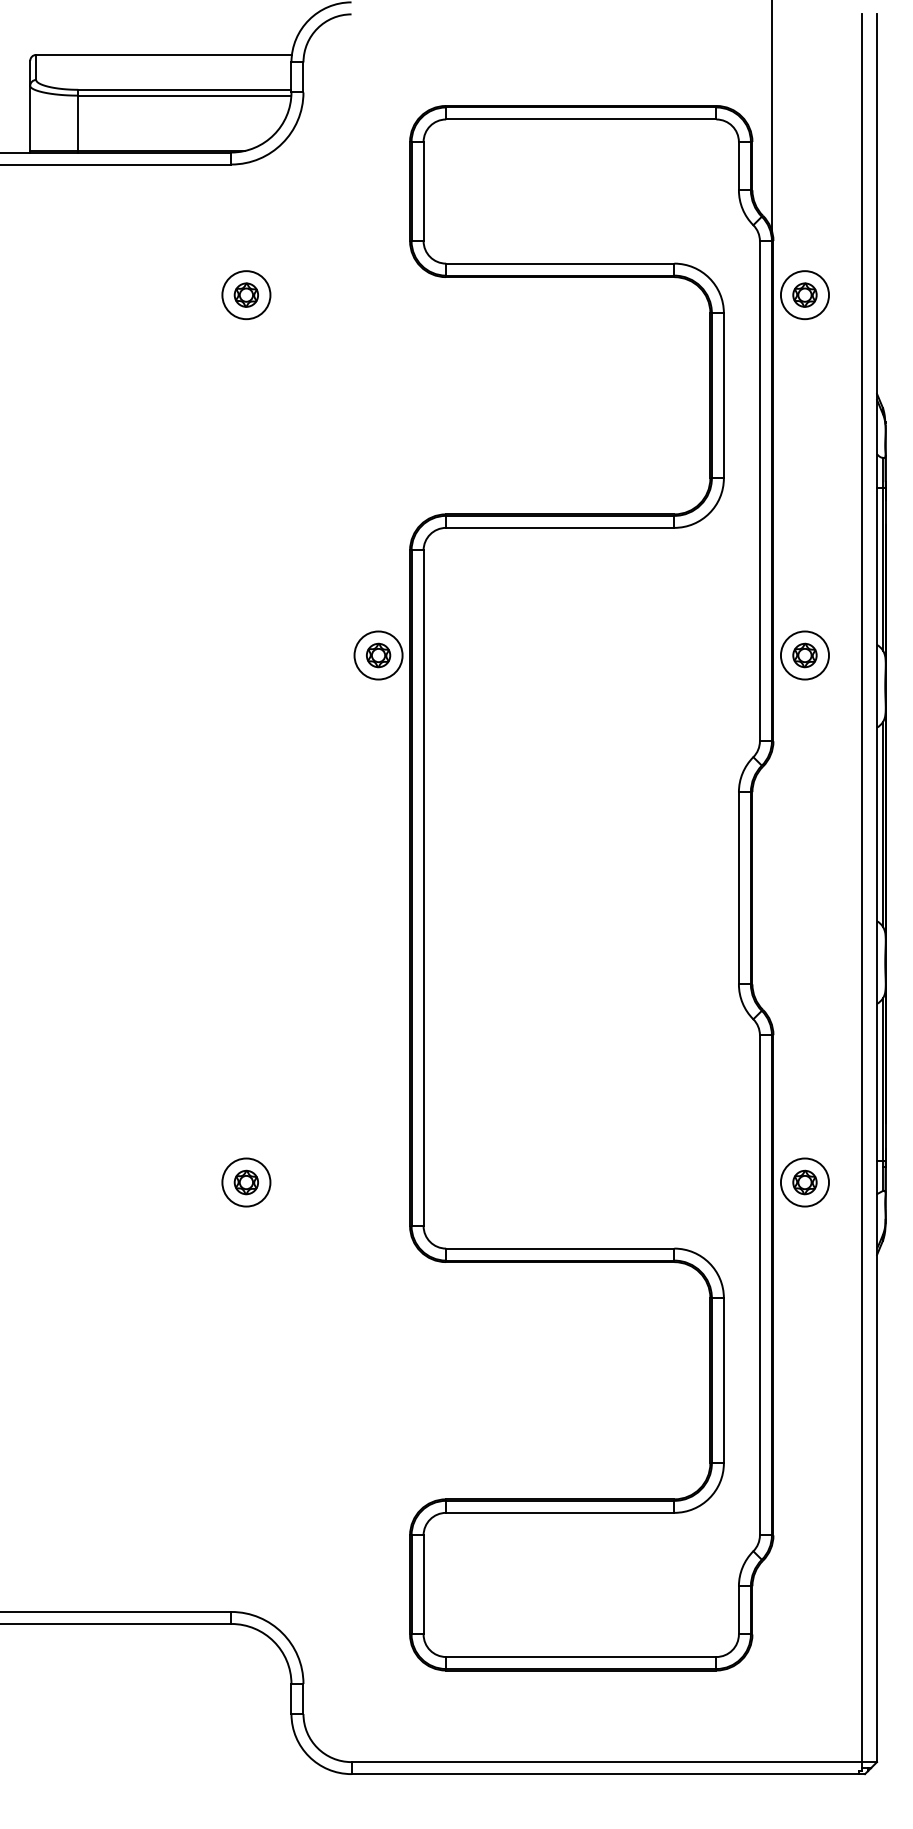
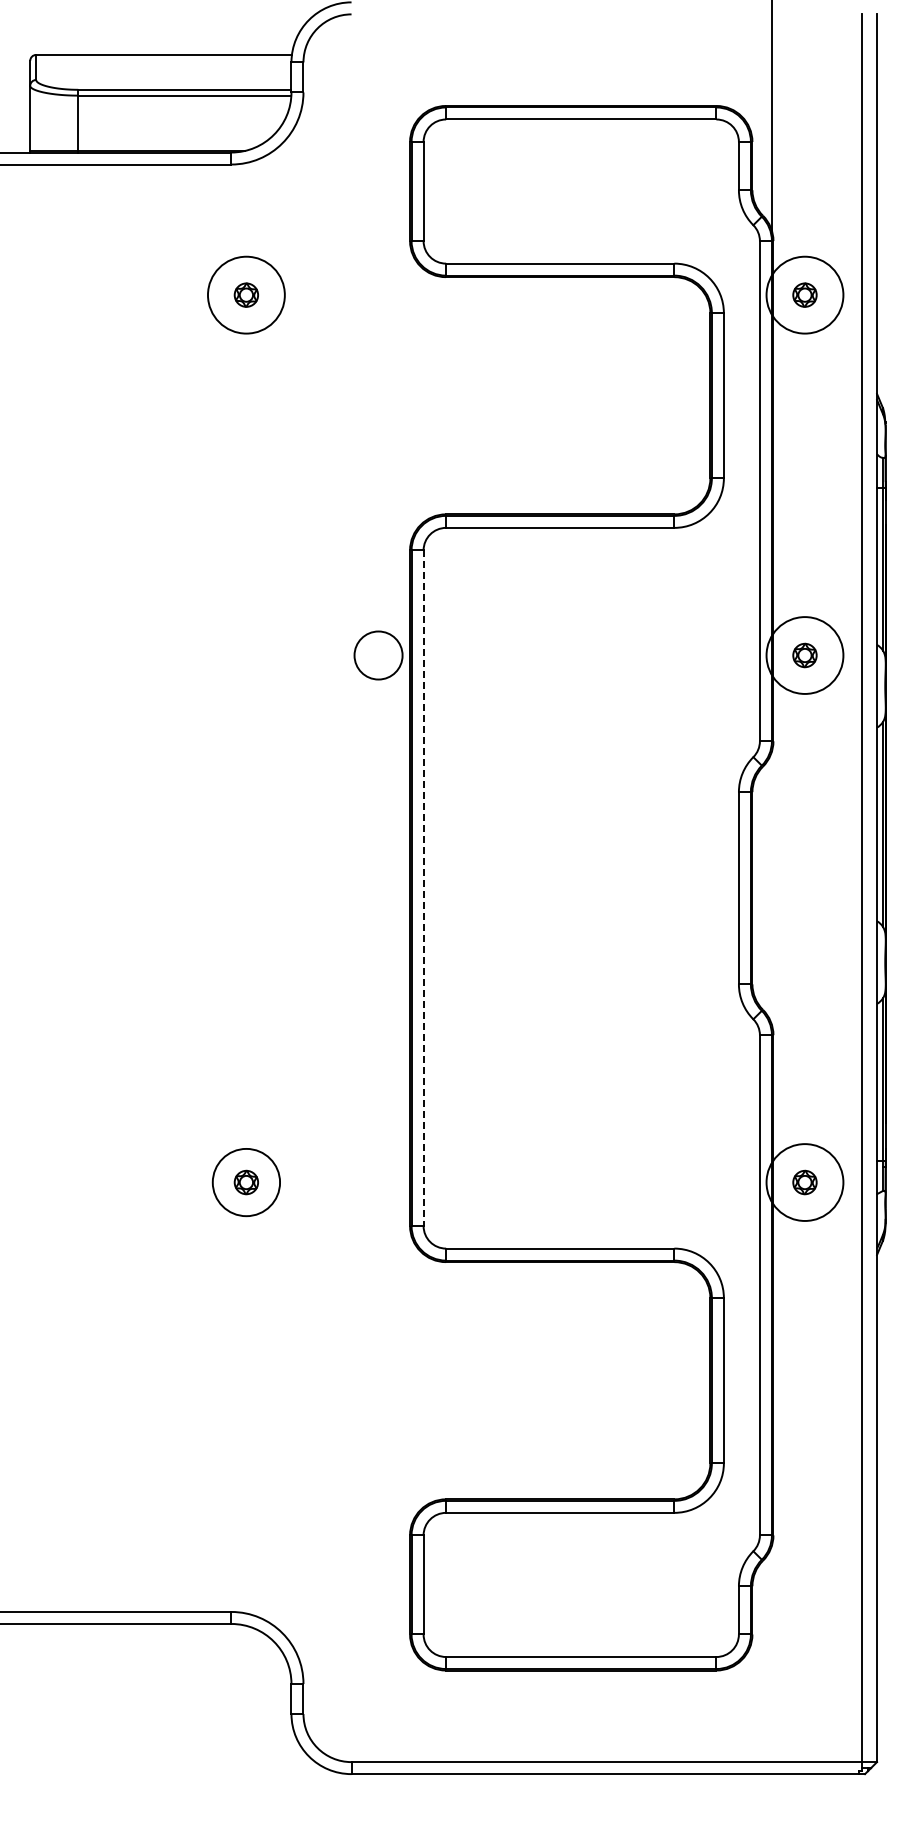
circle at (246, 295) diameter: 48 px -> 77 px
circle at (804, 295) diameter: 48 px -> 77 px
part at (378, 655): present -> none
circle at (804, 655) diameter: 48 px -> 77 px
line at (423, 888): solid -> dashed
circle at (246, 1182) diameter: 48 px -> 67 px
circle at (804, 1182) diameter: 48 px -> 77 px
